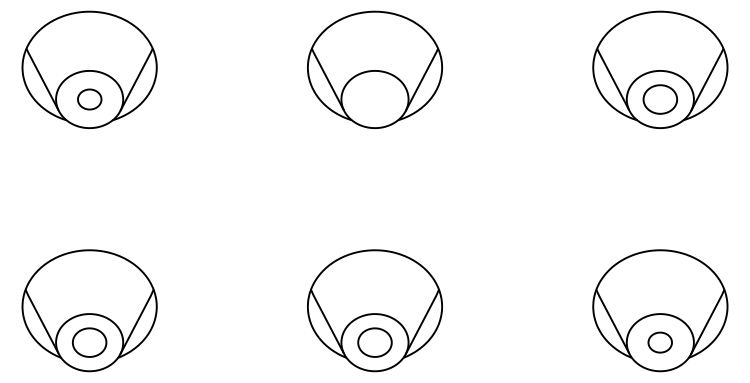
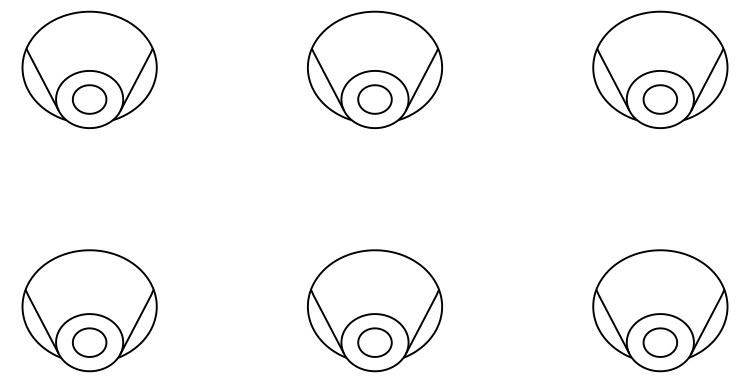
part at (89, 99) size: 26x23 px -> 36x31 px
part at (374, 99): none -> present
part at (659, 342) size: 26x23 px -> 36x31 px
